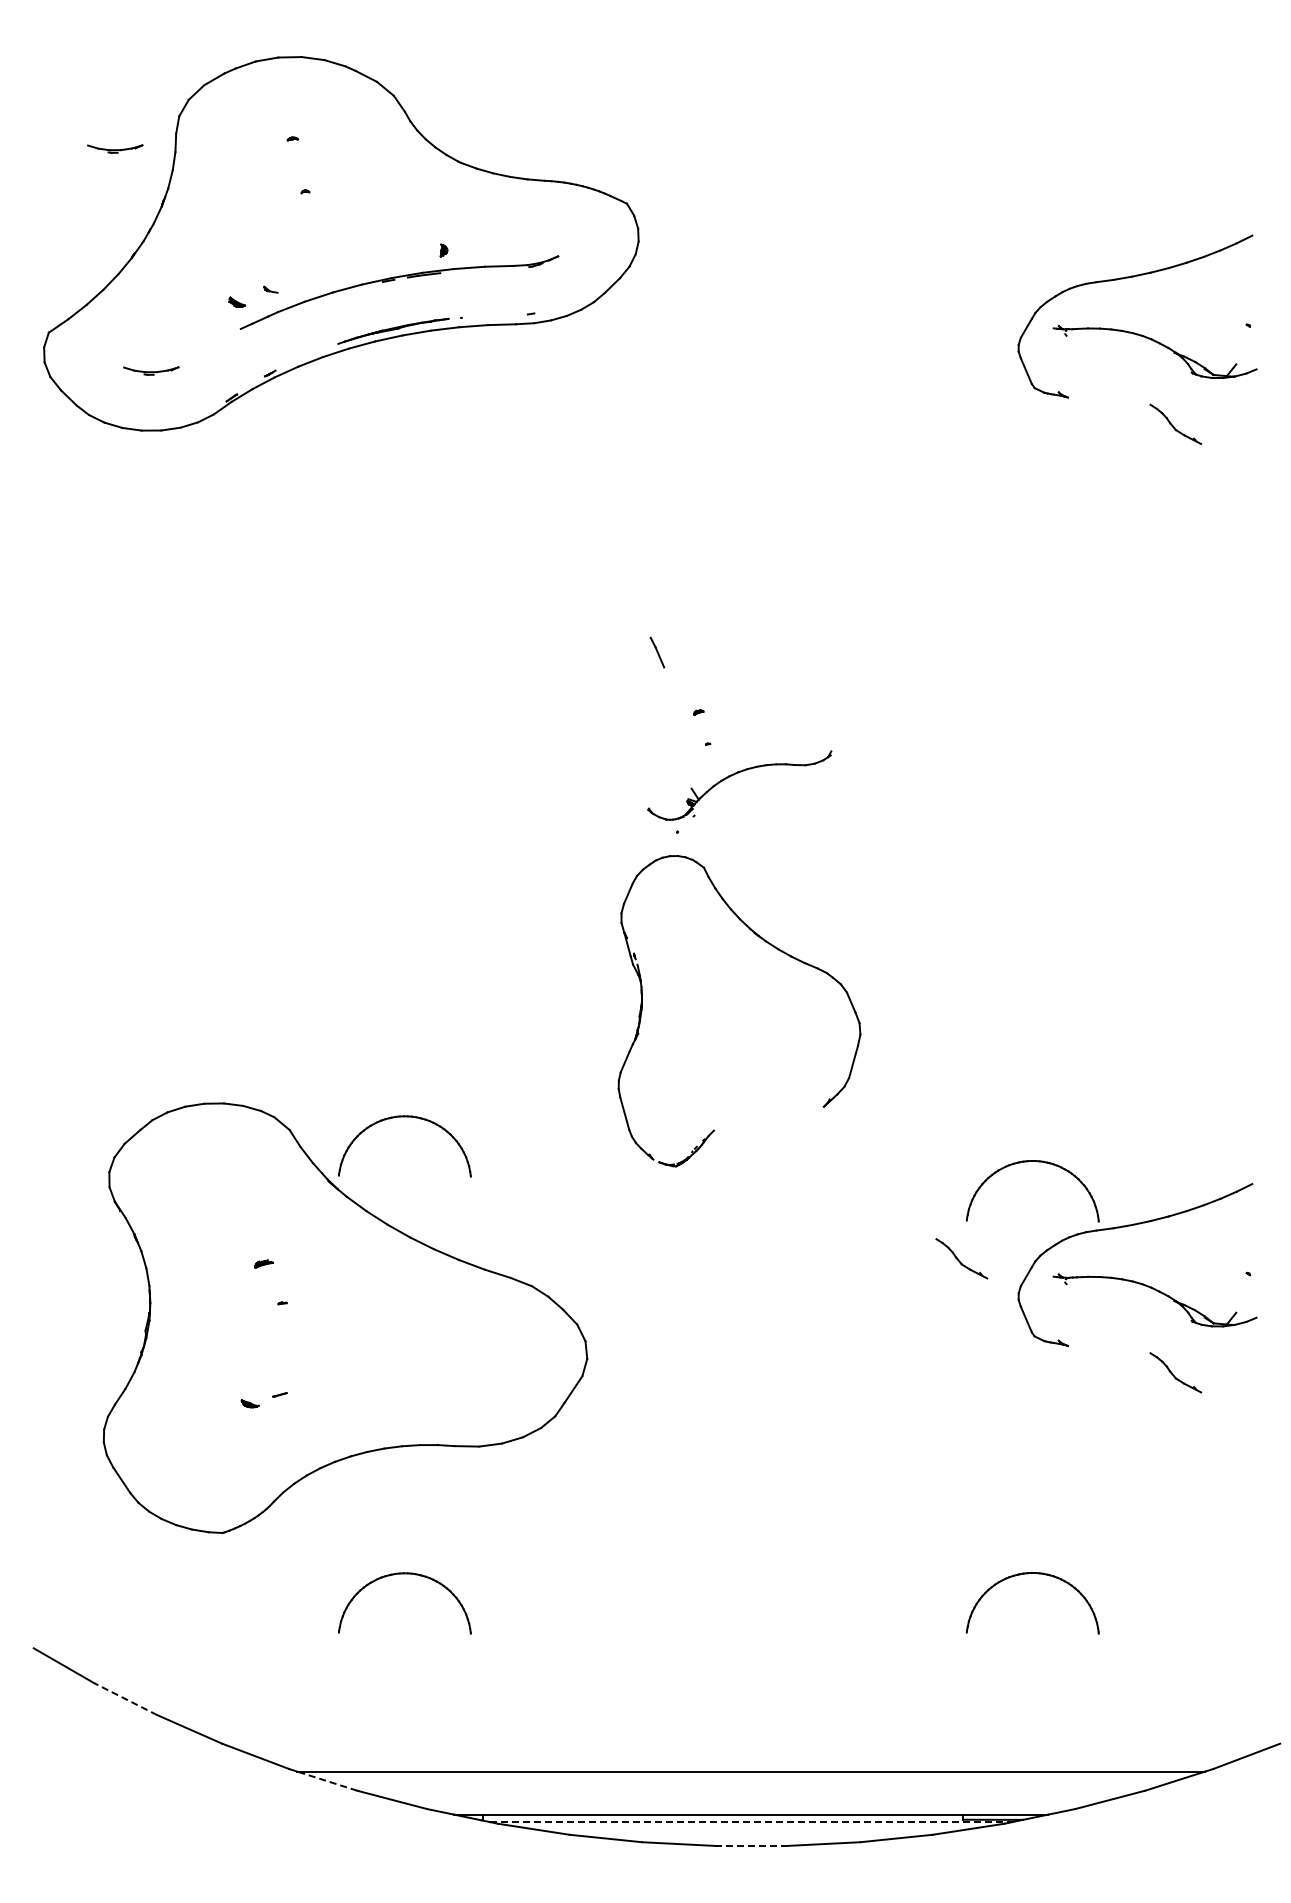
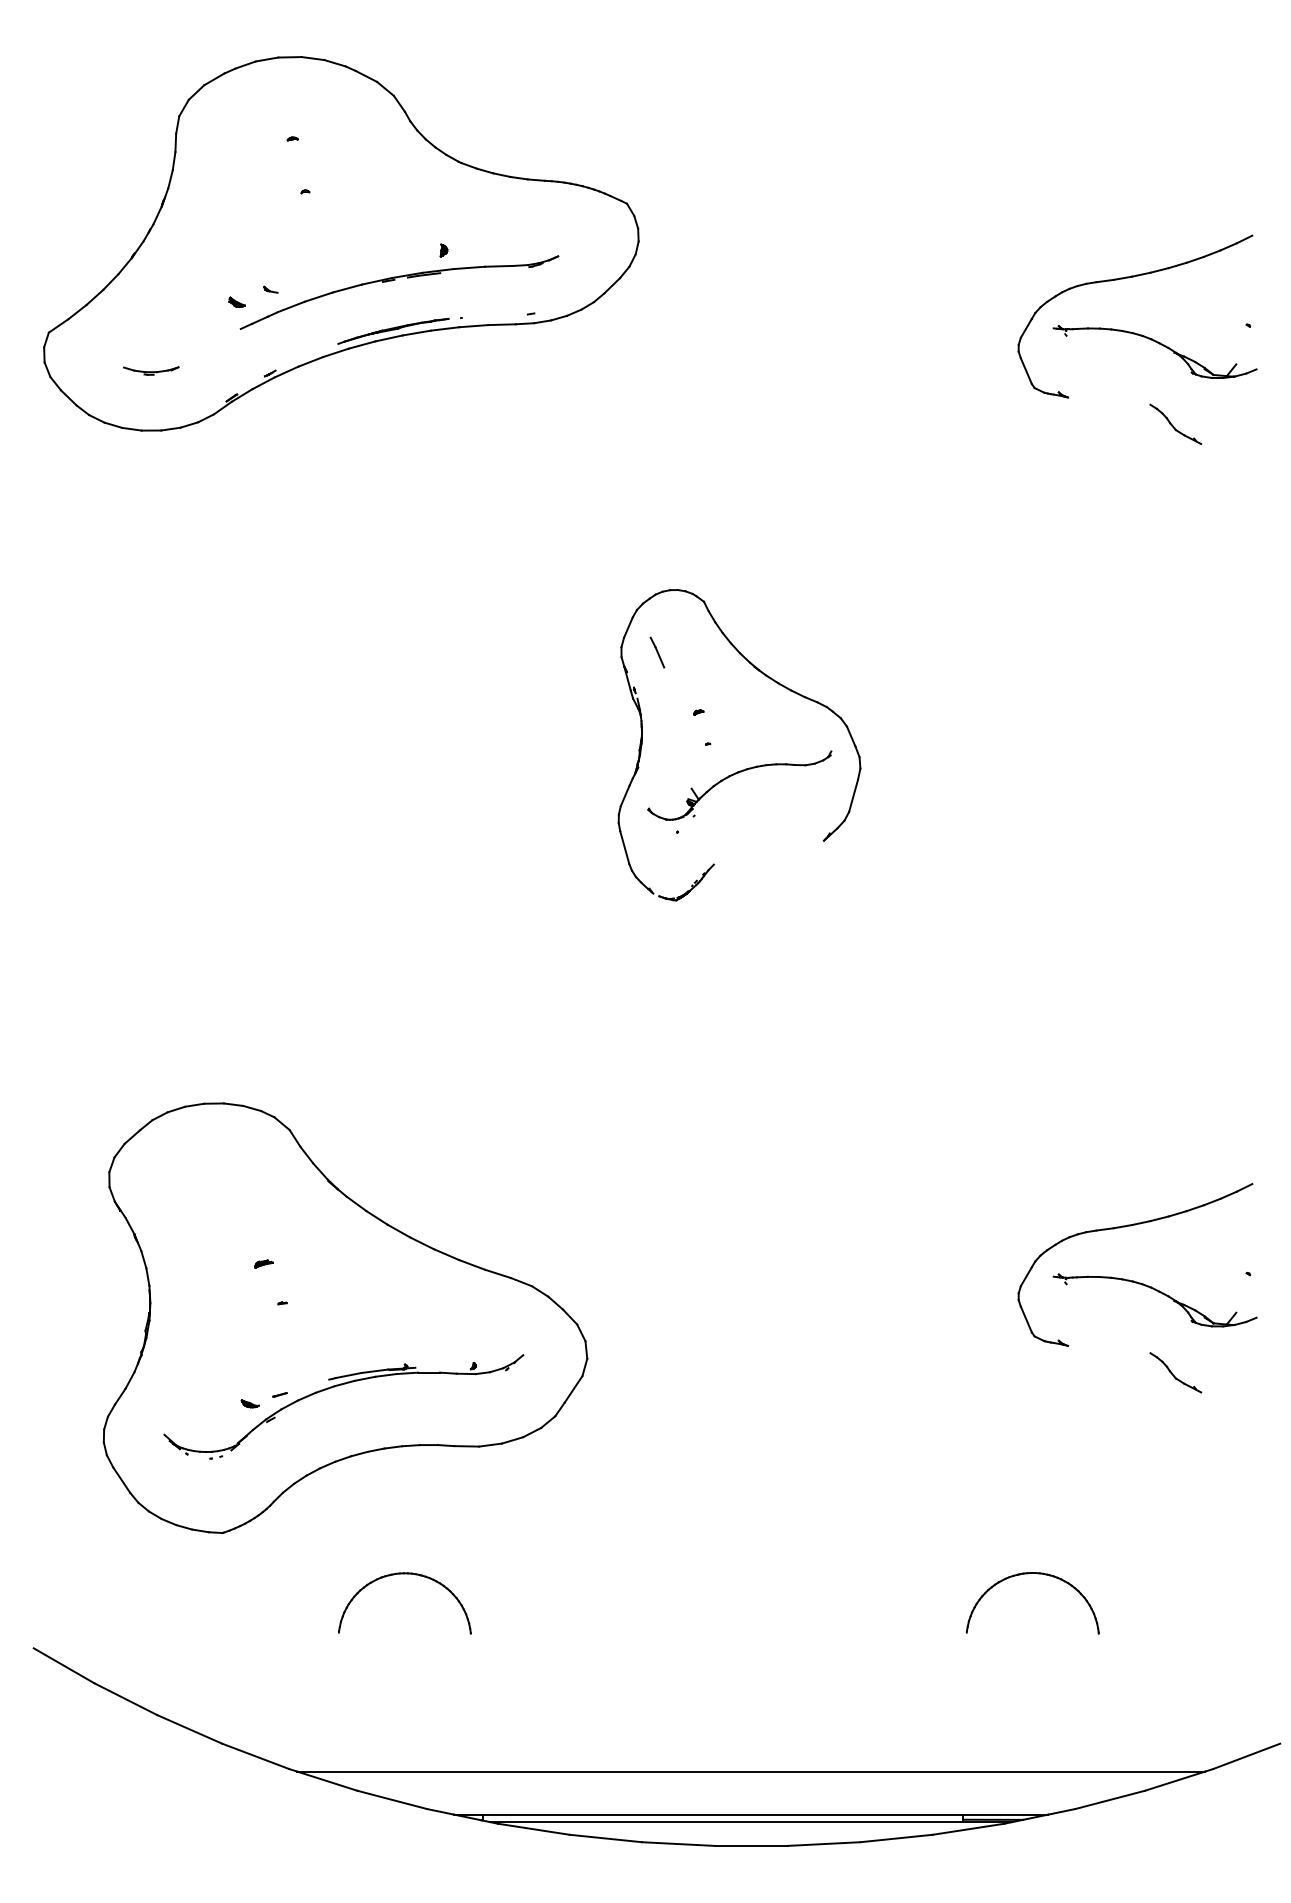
part at (115, 148): present -> none
part at (776, 949) position: (776, 949) -> (776, 683)
part at (404, 1117): present -> none
part at (1027, 1162): present -> none
part at (961, 1258): present -> none
part at (338, 1386): none -> present
line at (125, 1698): dashed -> solid
line at (327, 1781): dashed -> solid
line at (751, 1822): dashed -> solid
line at (750, 1845): dashed -> solid
